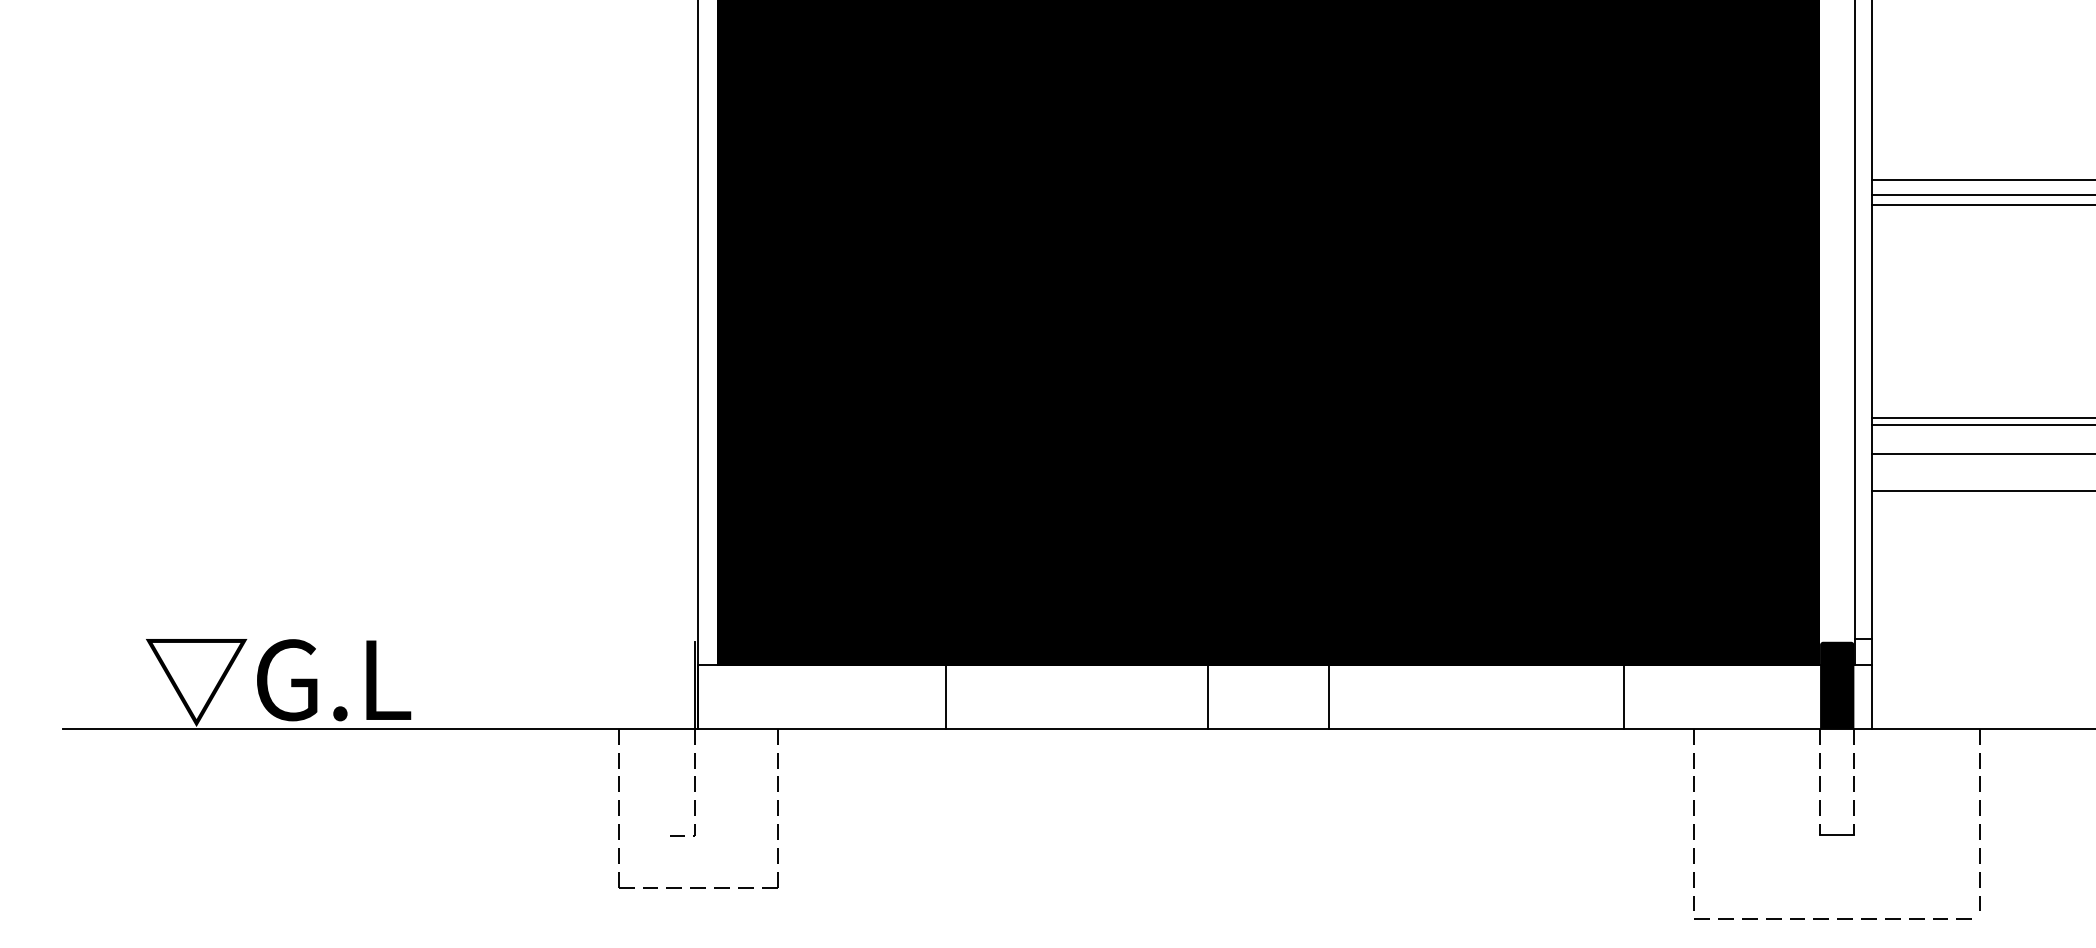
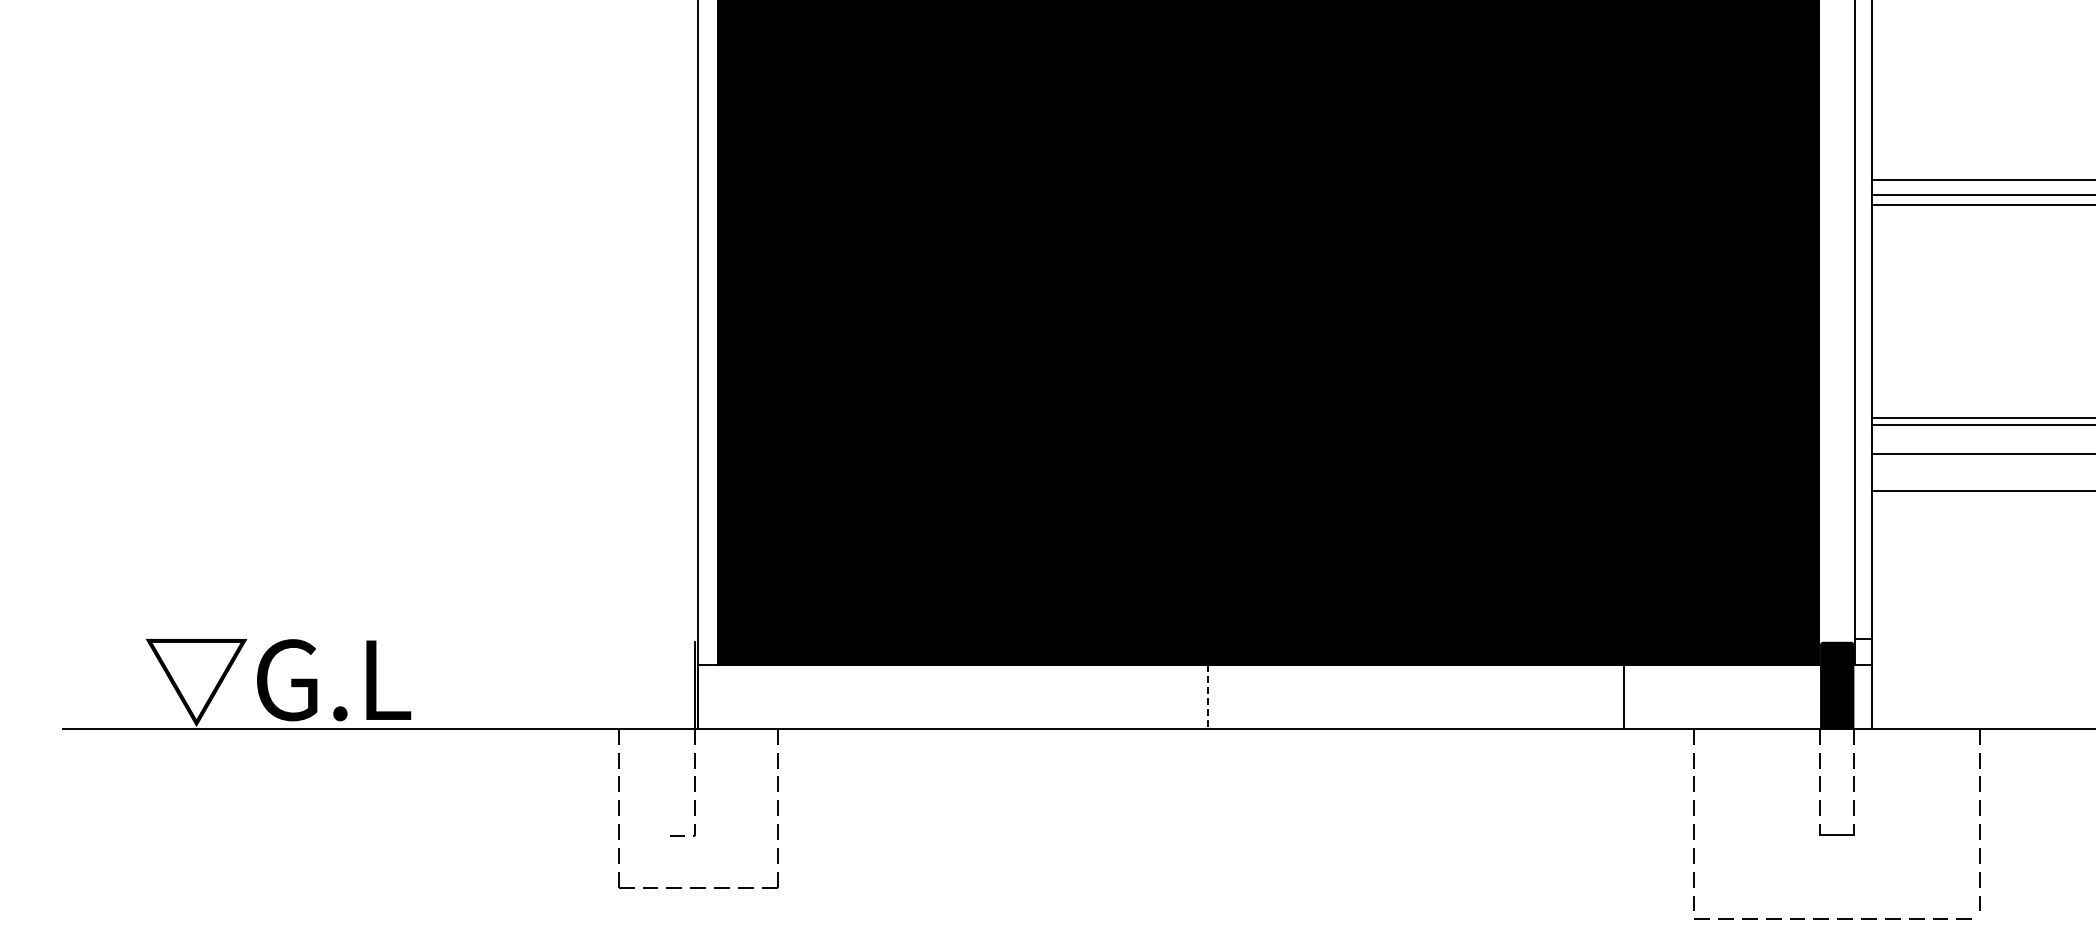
line at (945, 696): present -> none
line at (1328, 696): present -> none
line at (1208, 697): solid -> dashed
